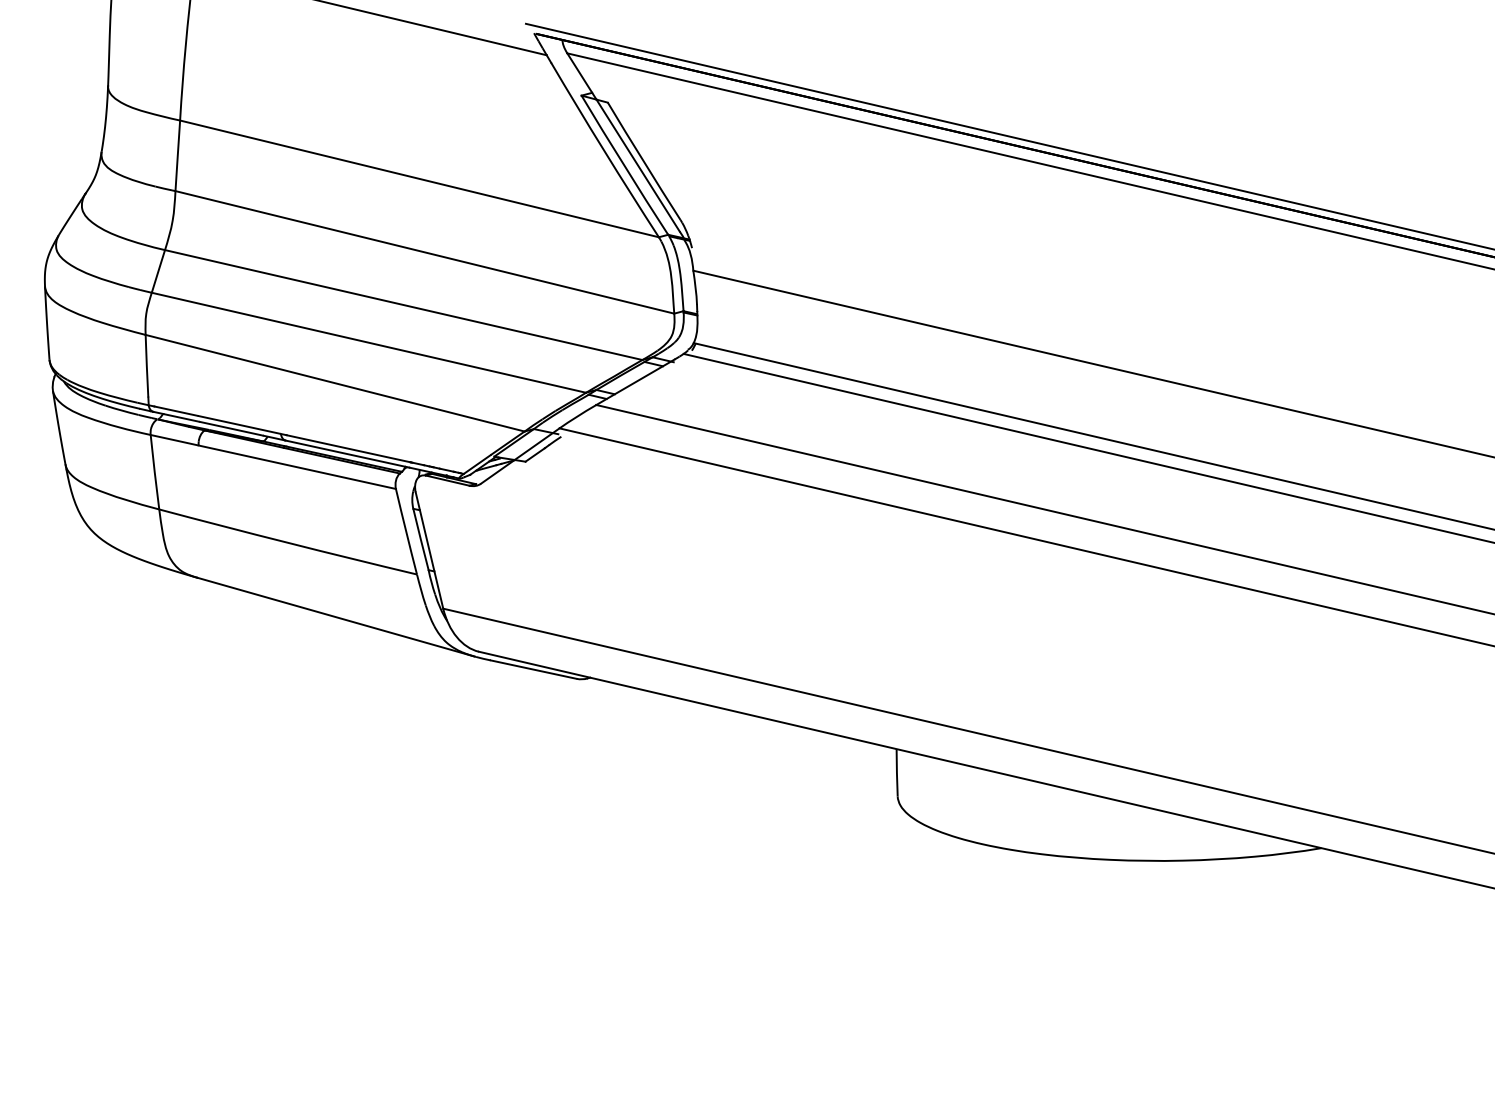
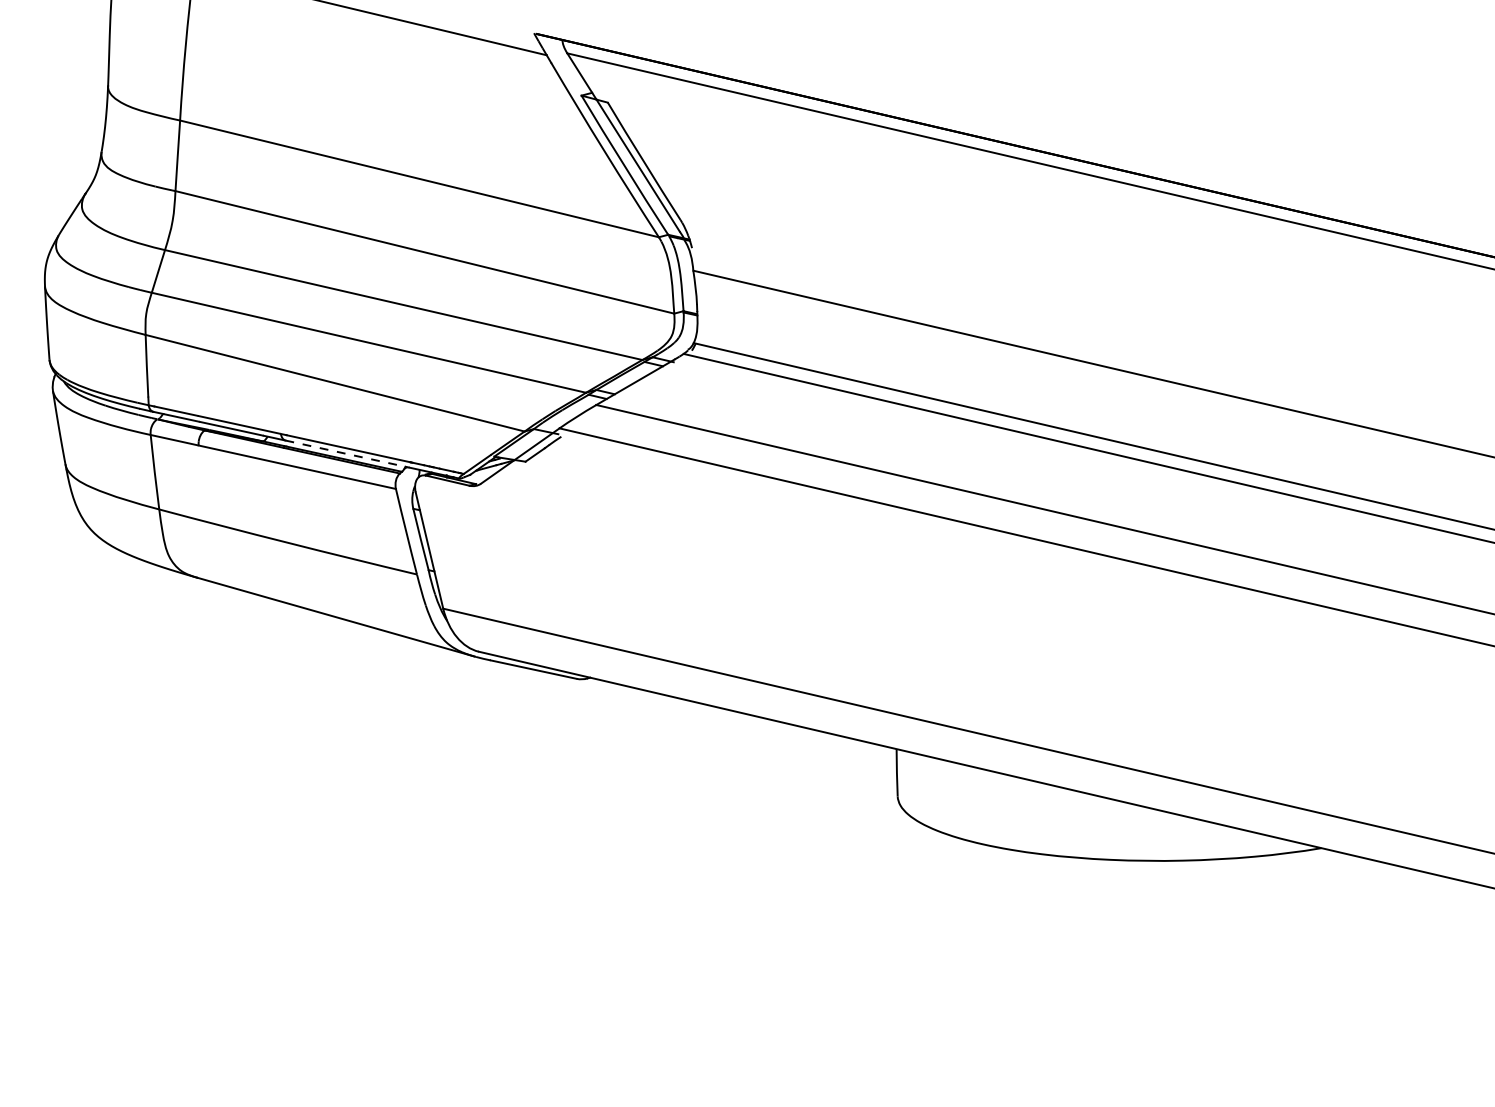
line at (1008, 135): present -> none
line at (348, 454): solid -> dashed
